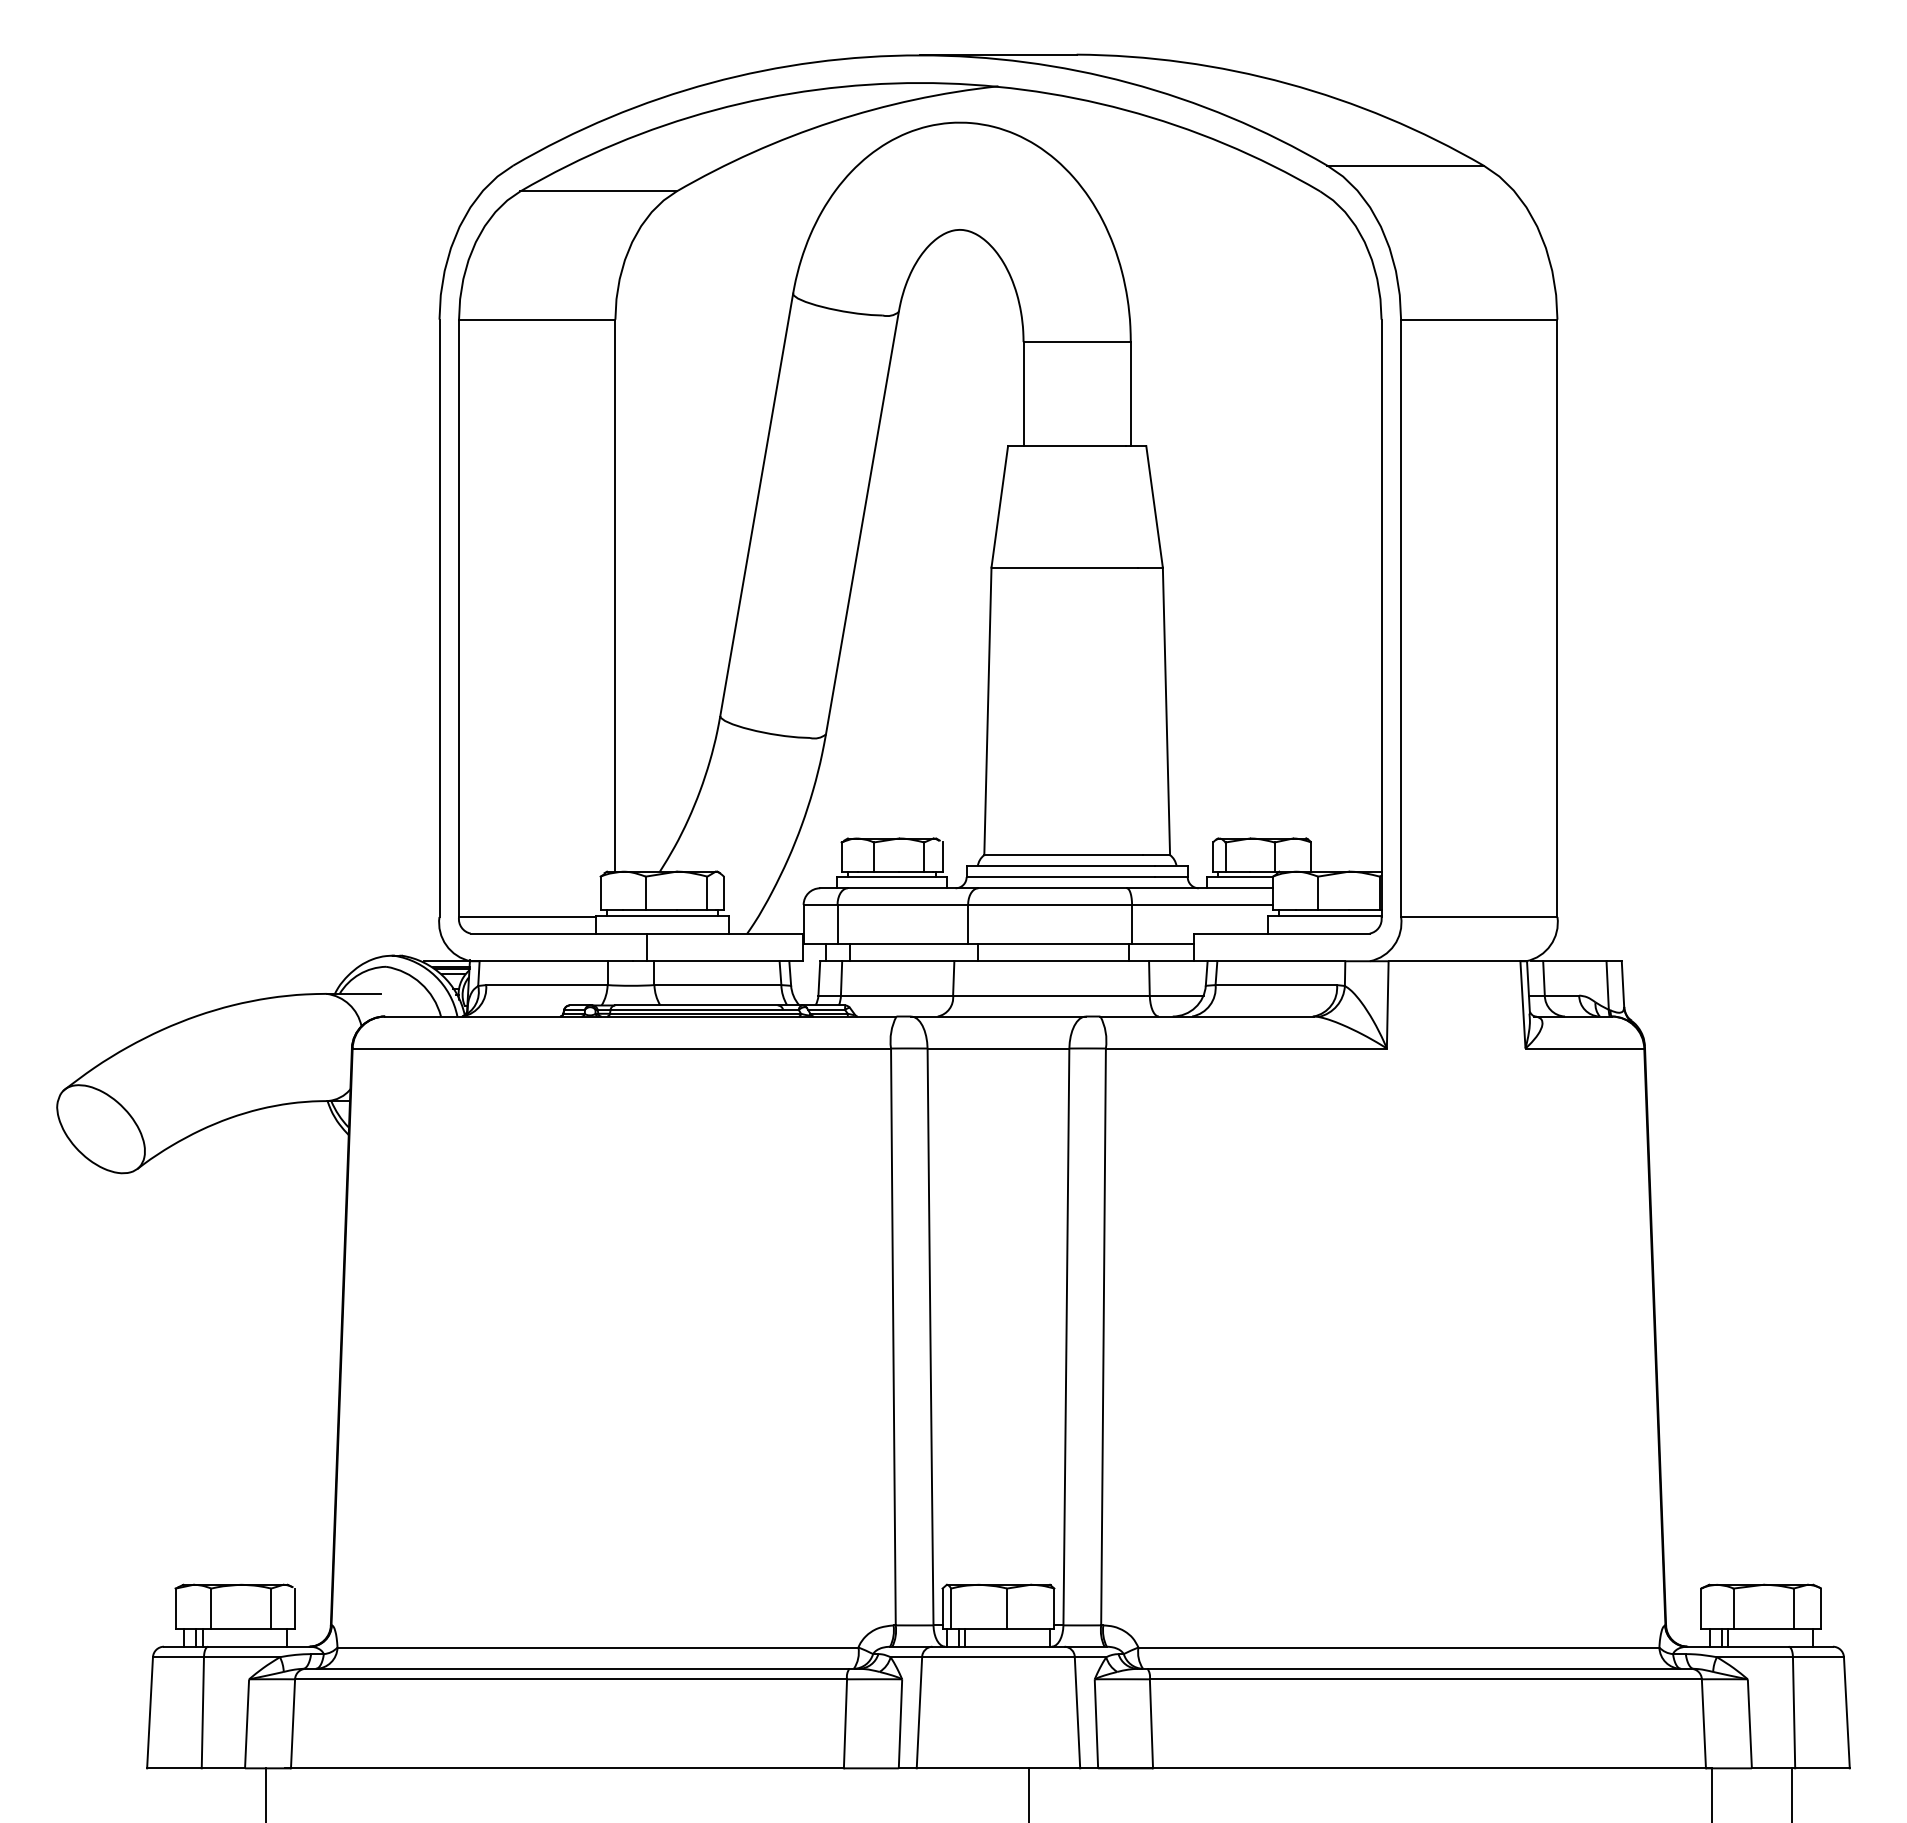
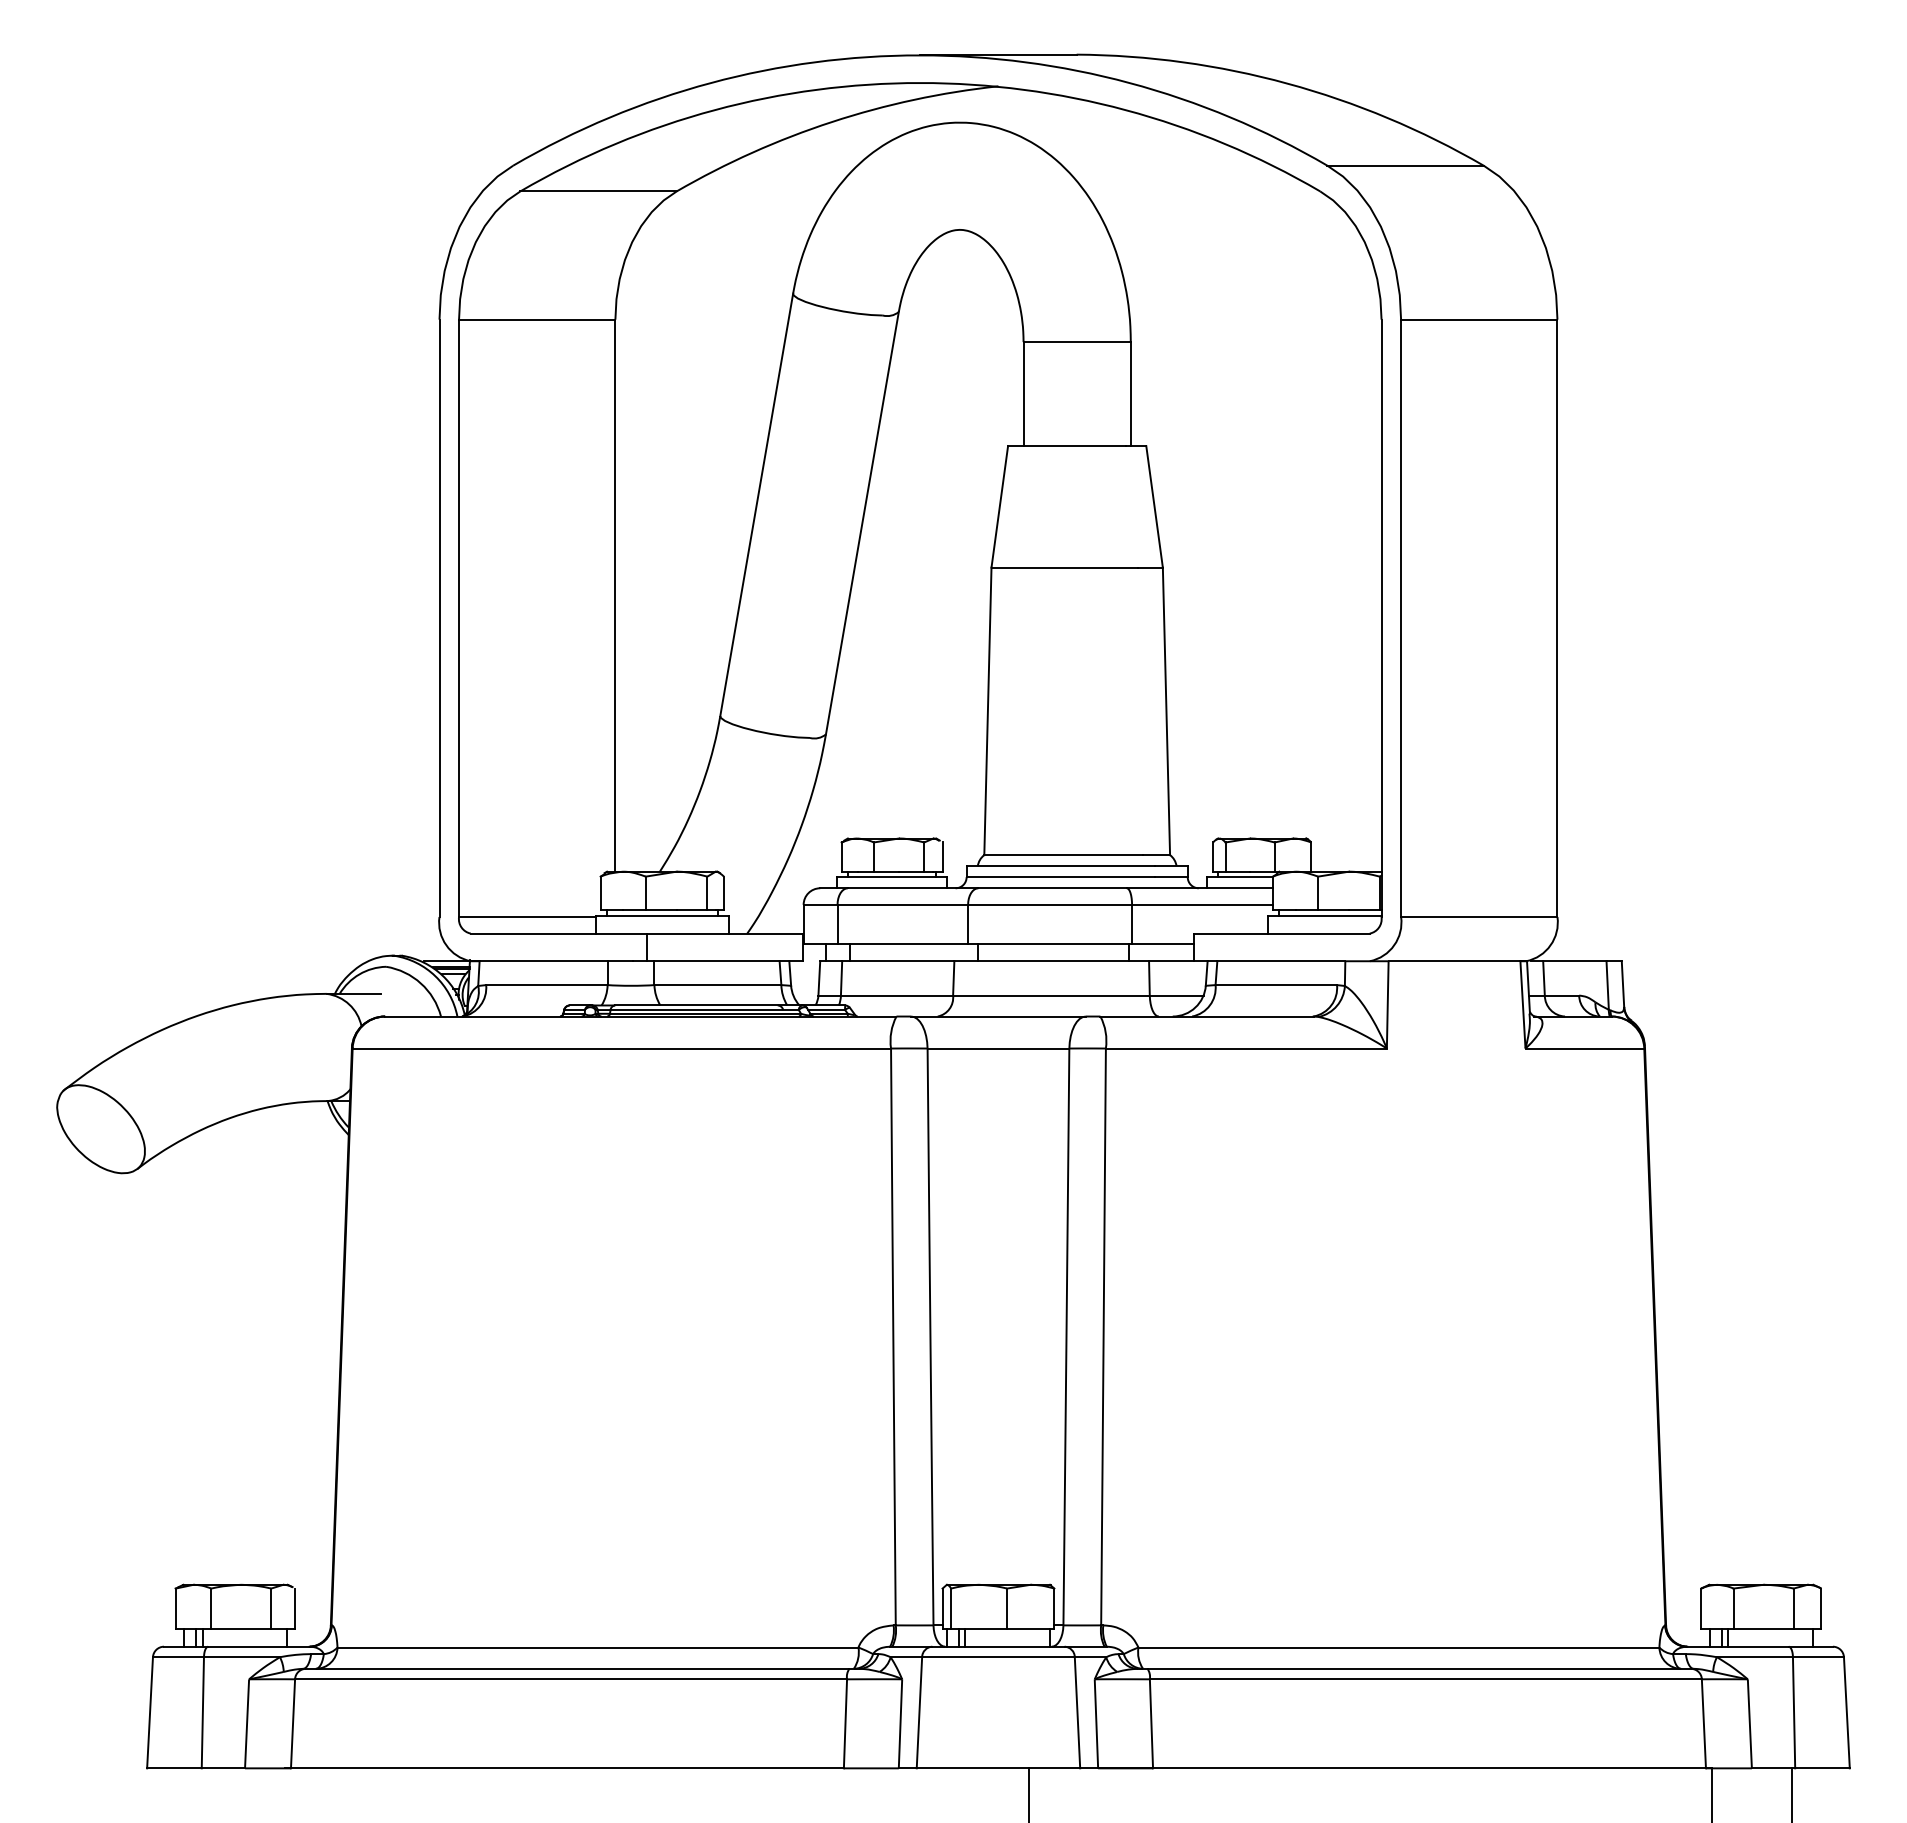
line at (266, 1793): present -> none
